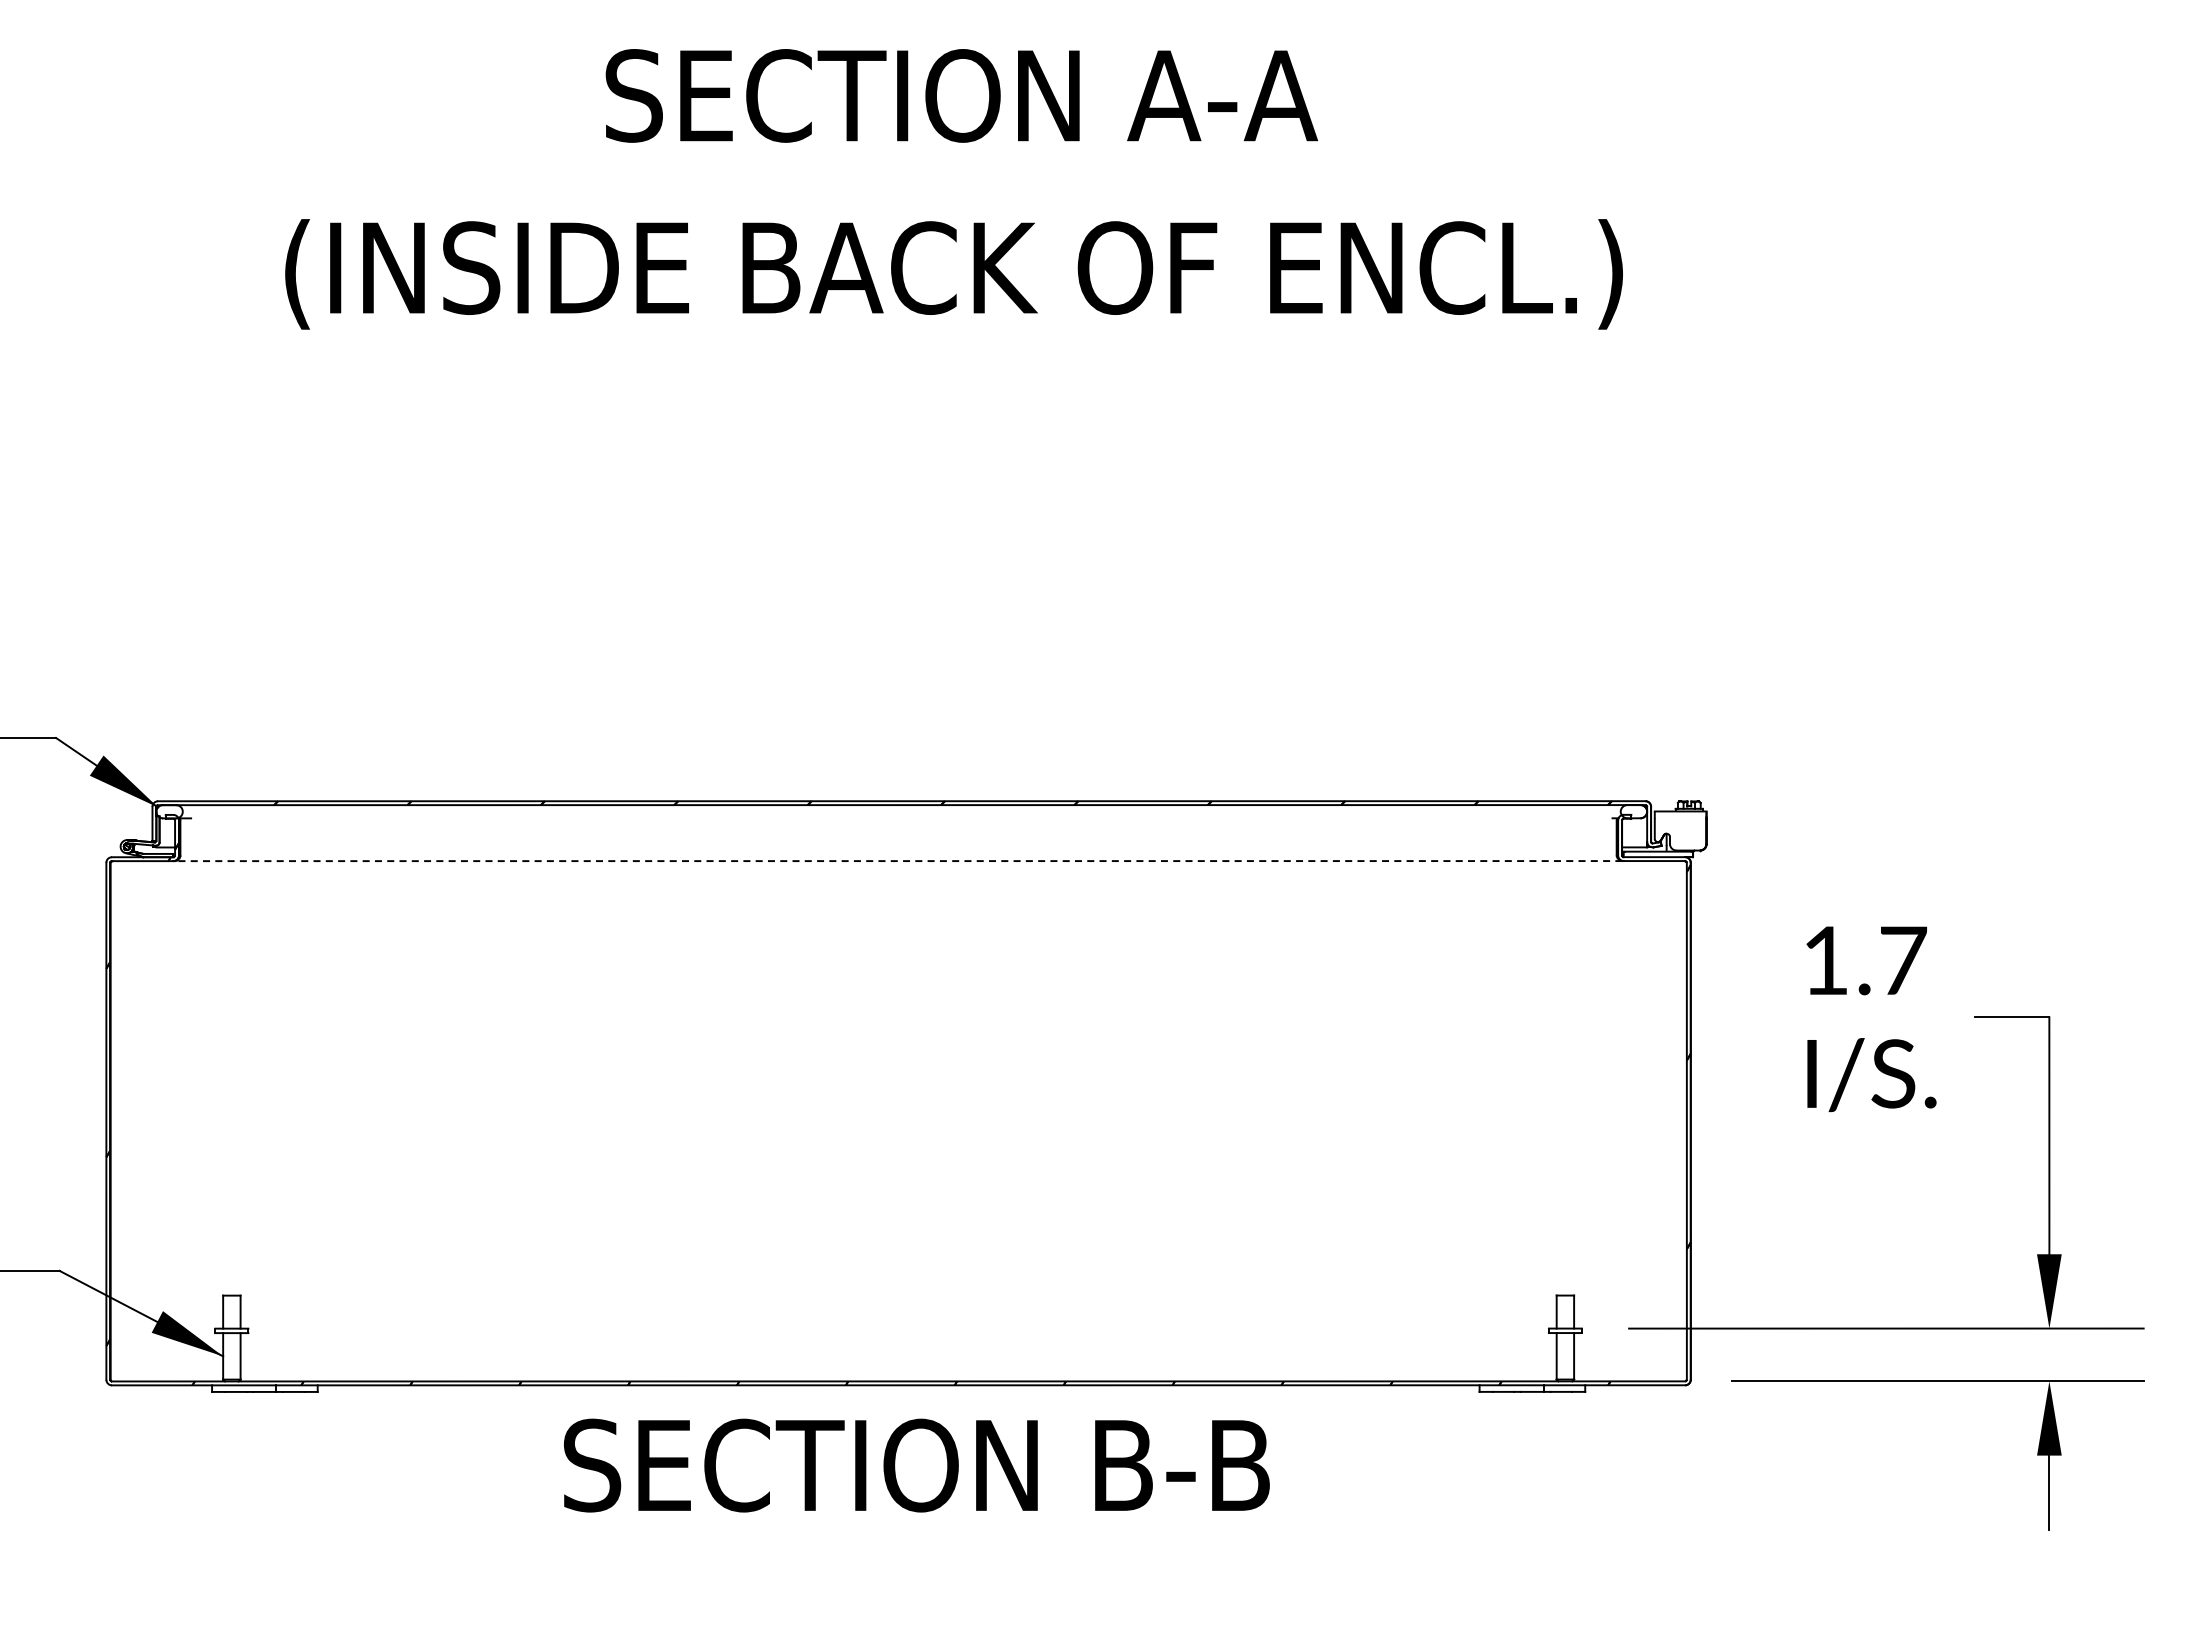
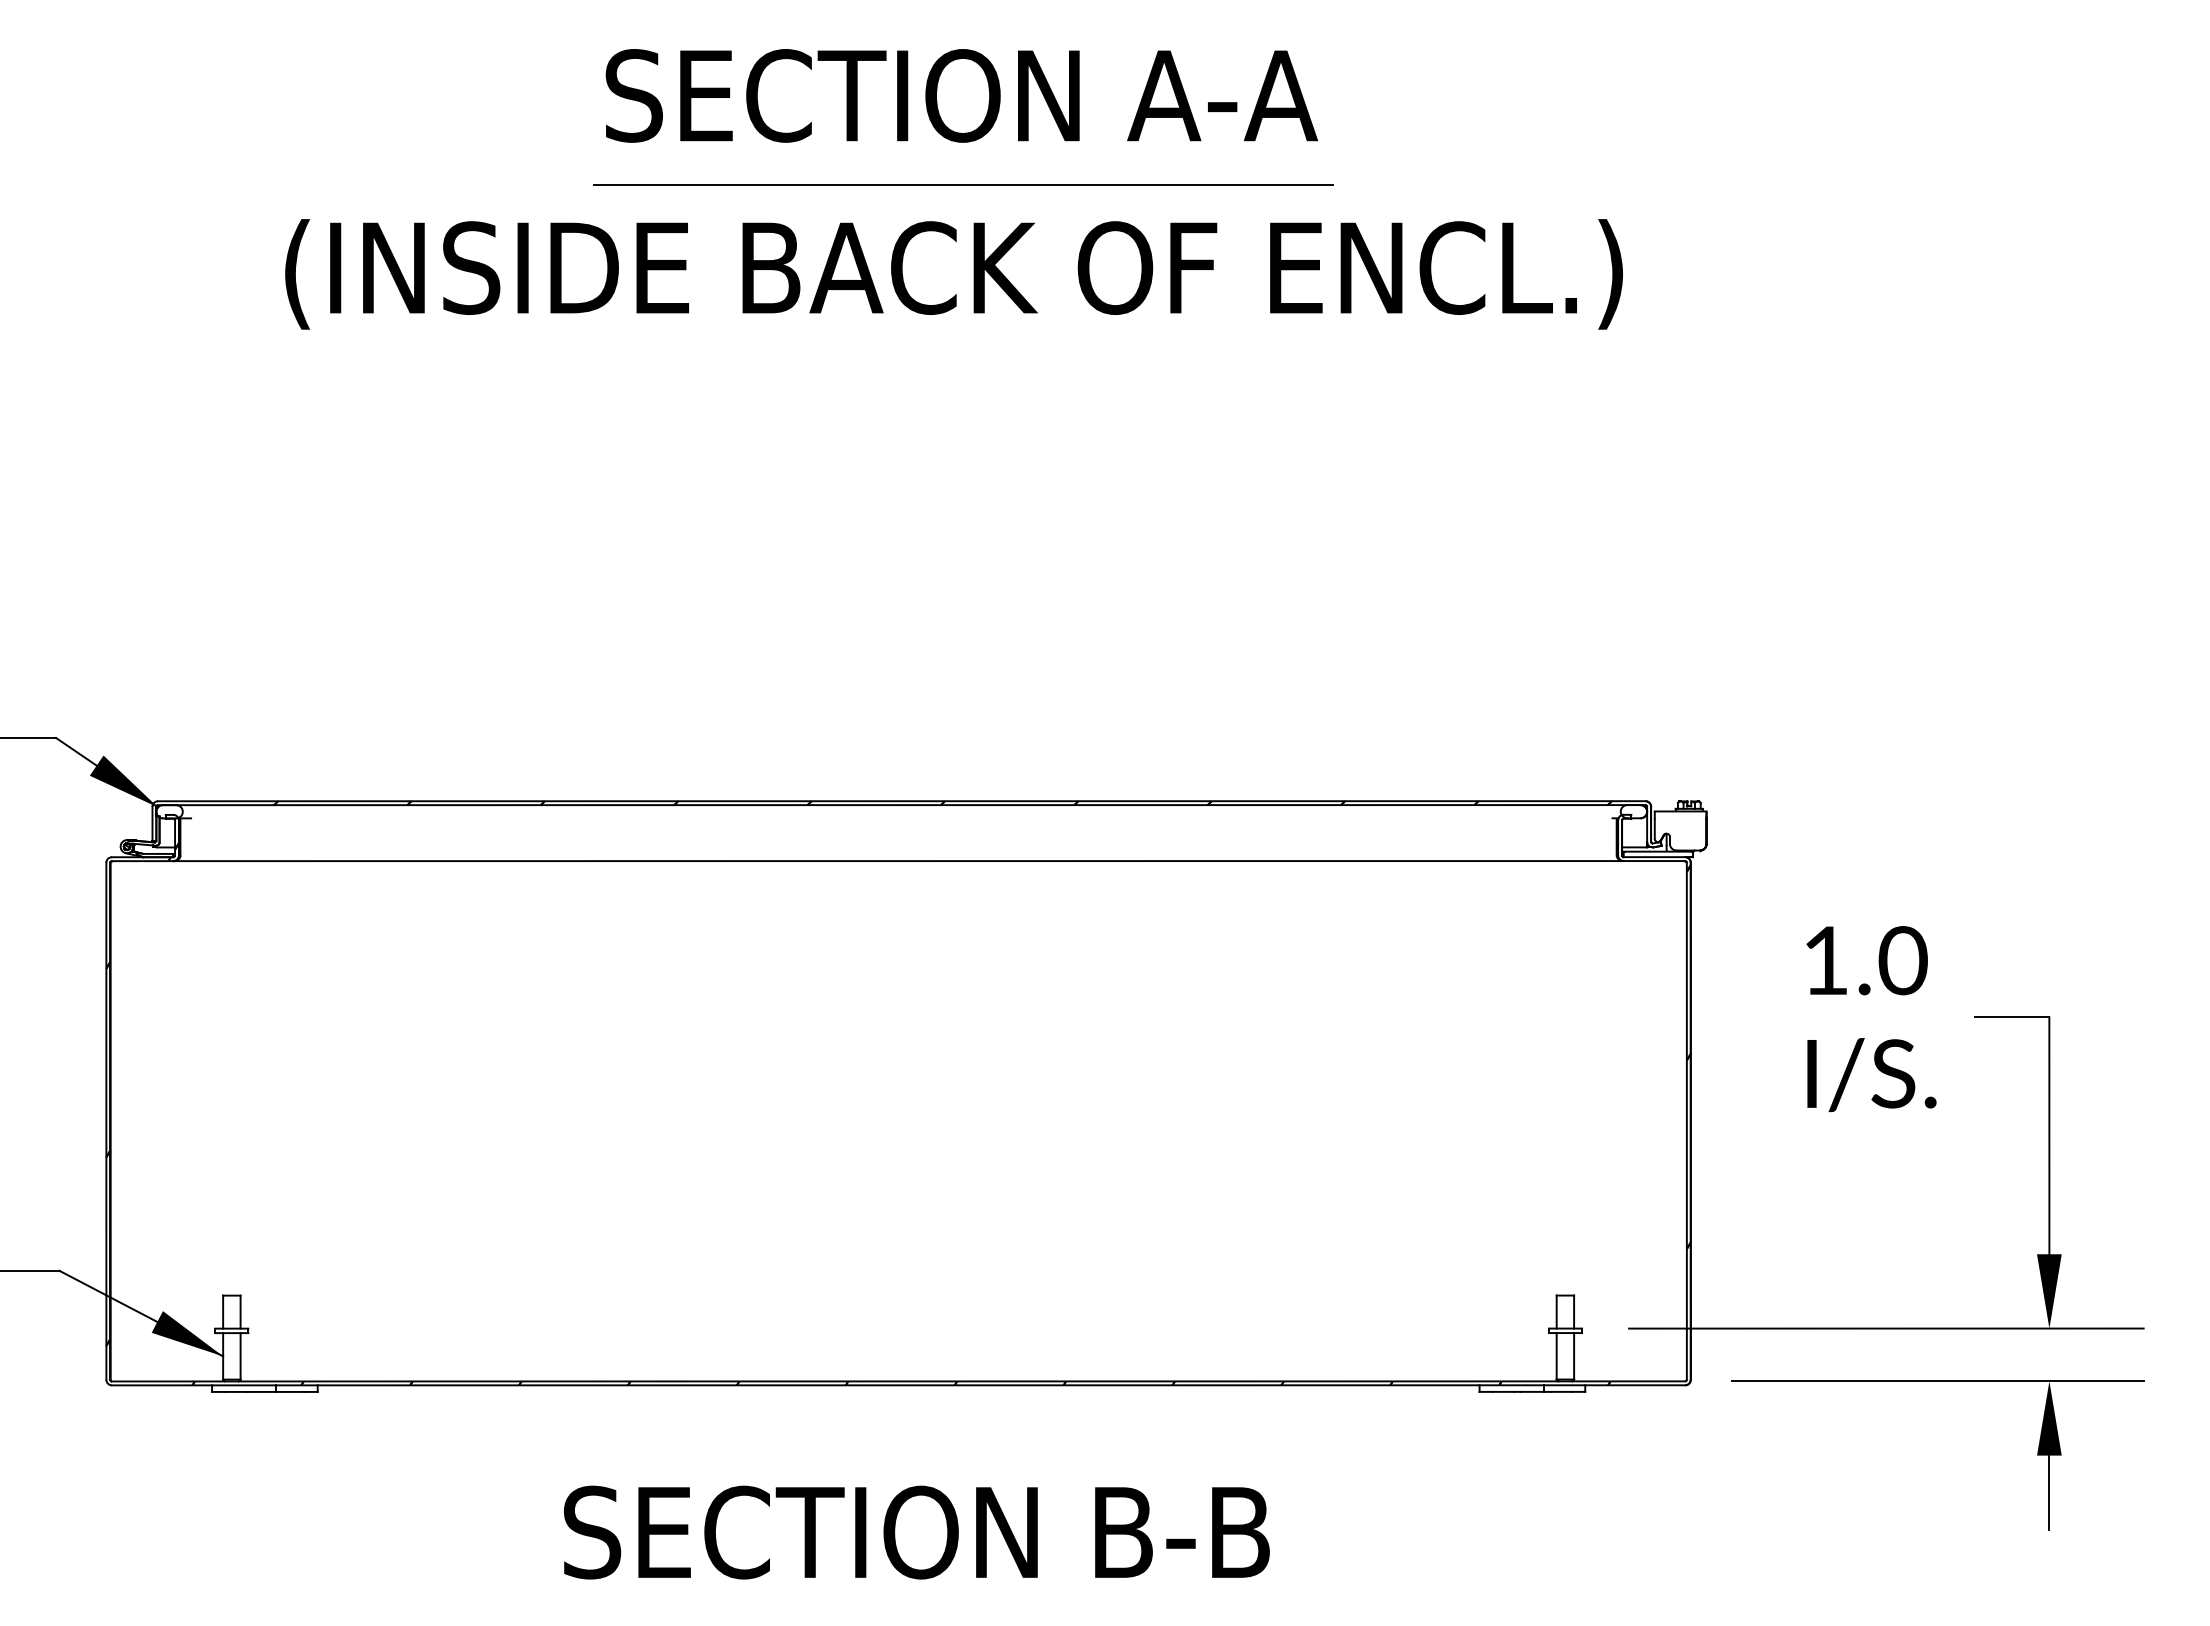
line at (962, 185): none -> present
line at (898, 861): dashed -> solid
text at (1902, 960): 1.7 -> 1.0
text at (916, 1465) position: (916, 1465) -> (916, 1532)
